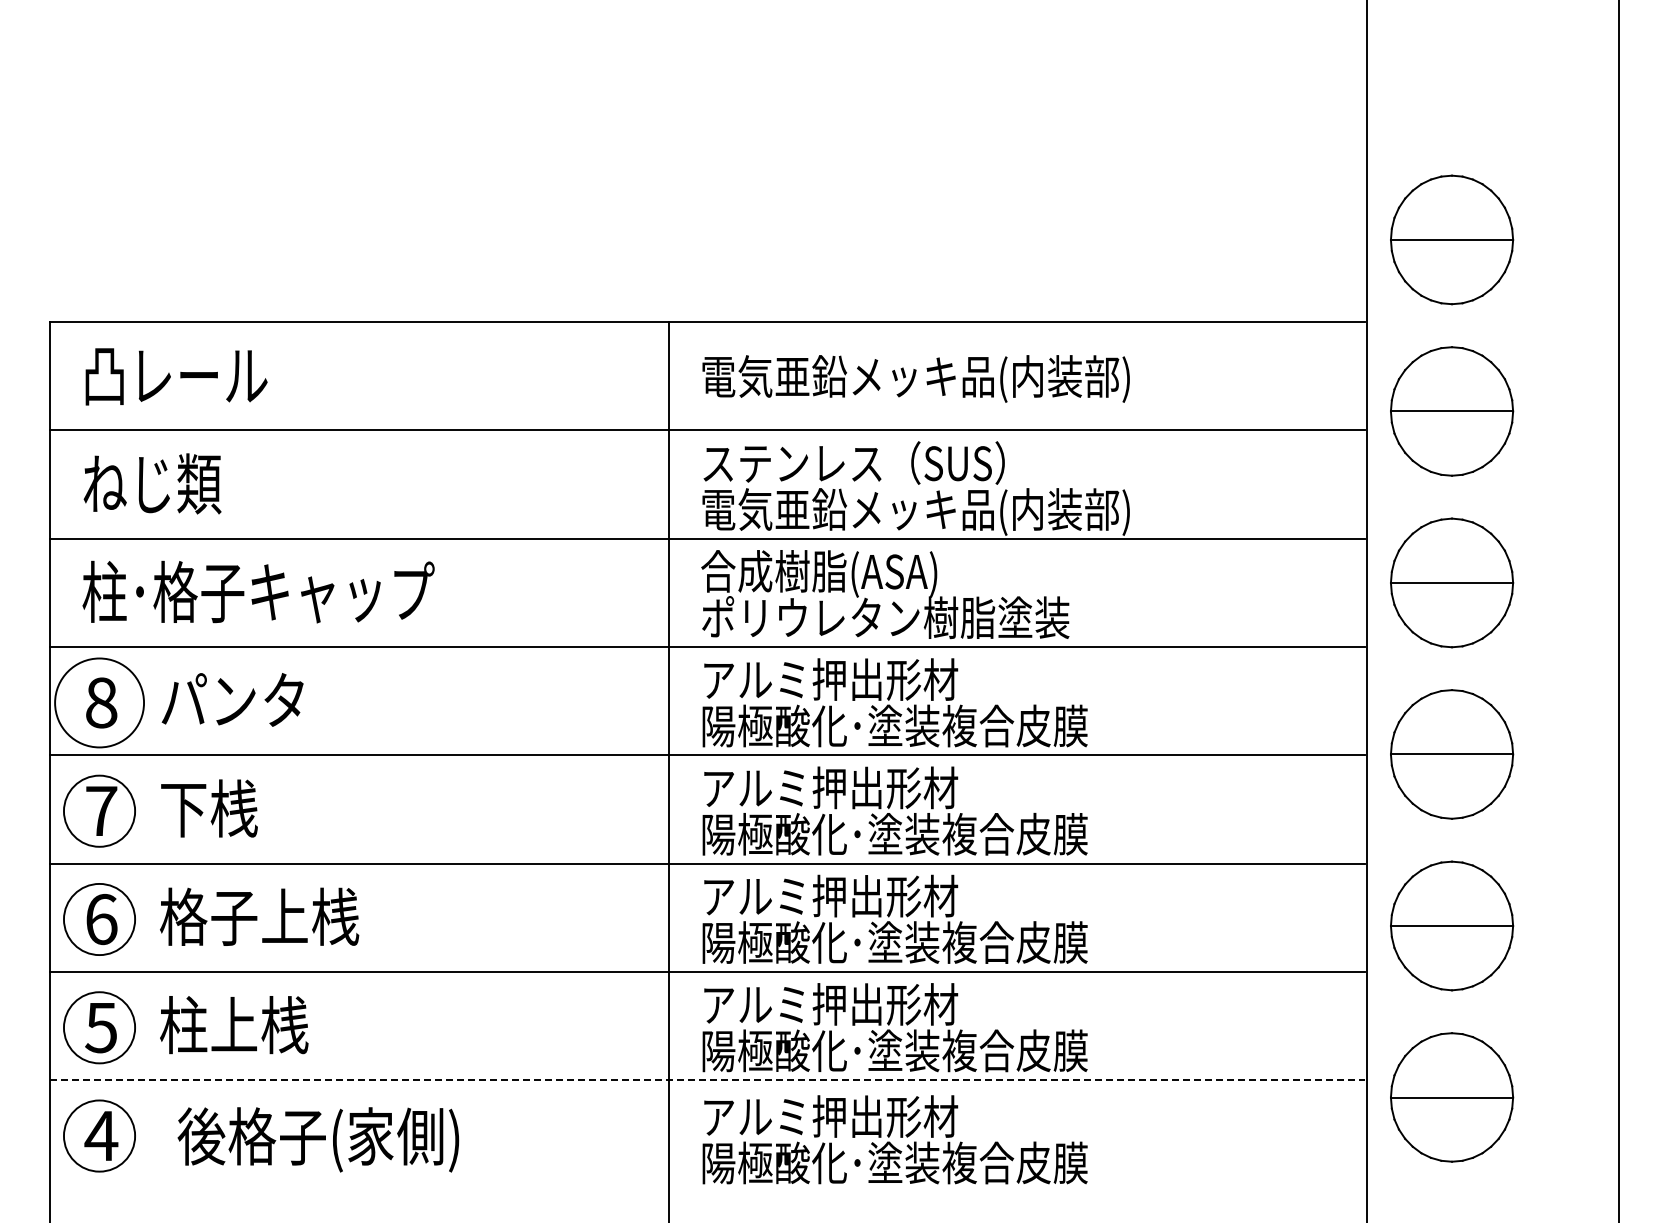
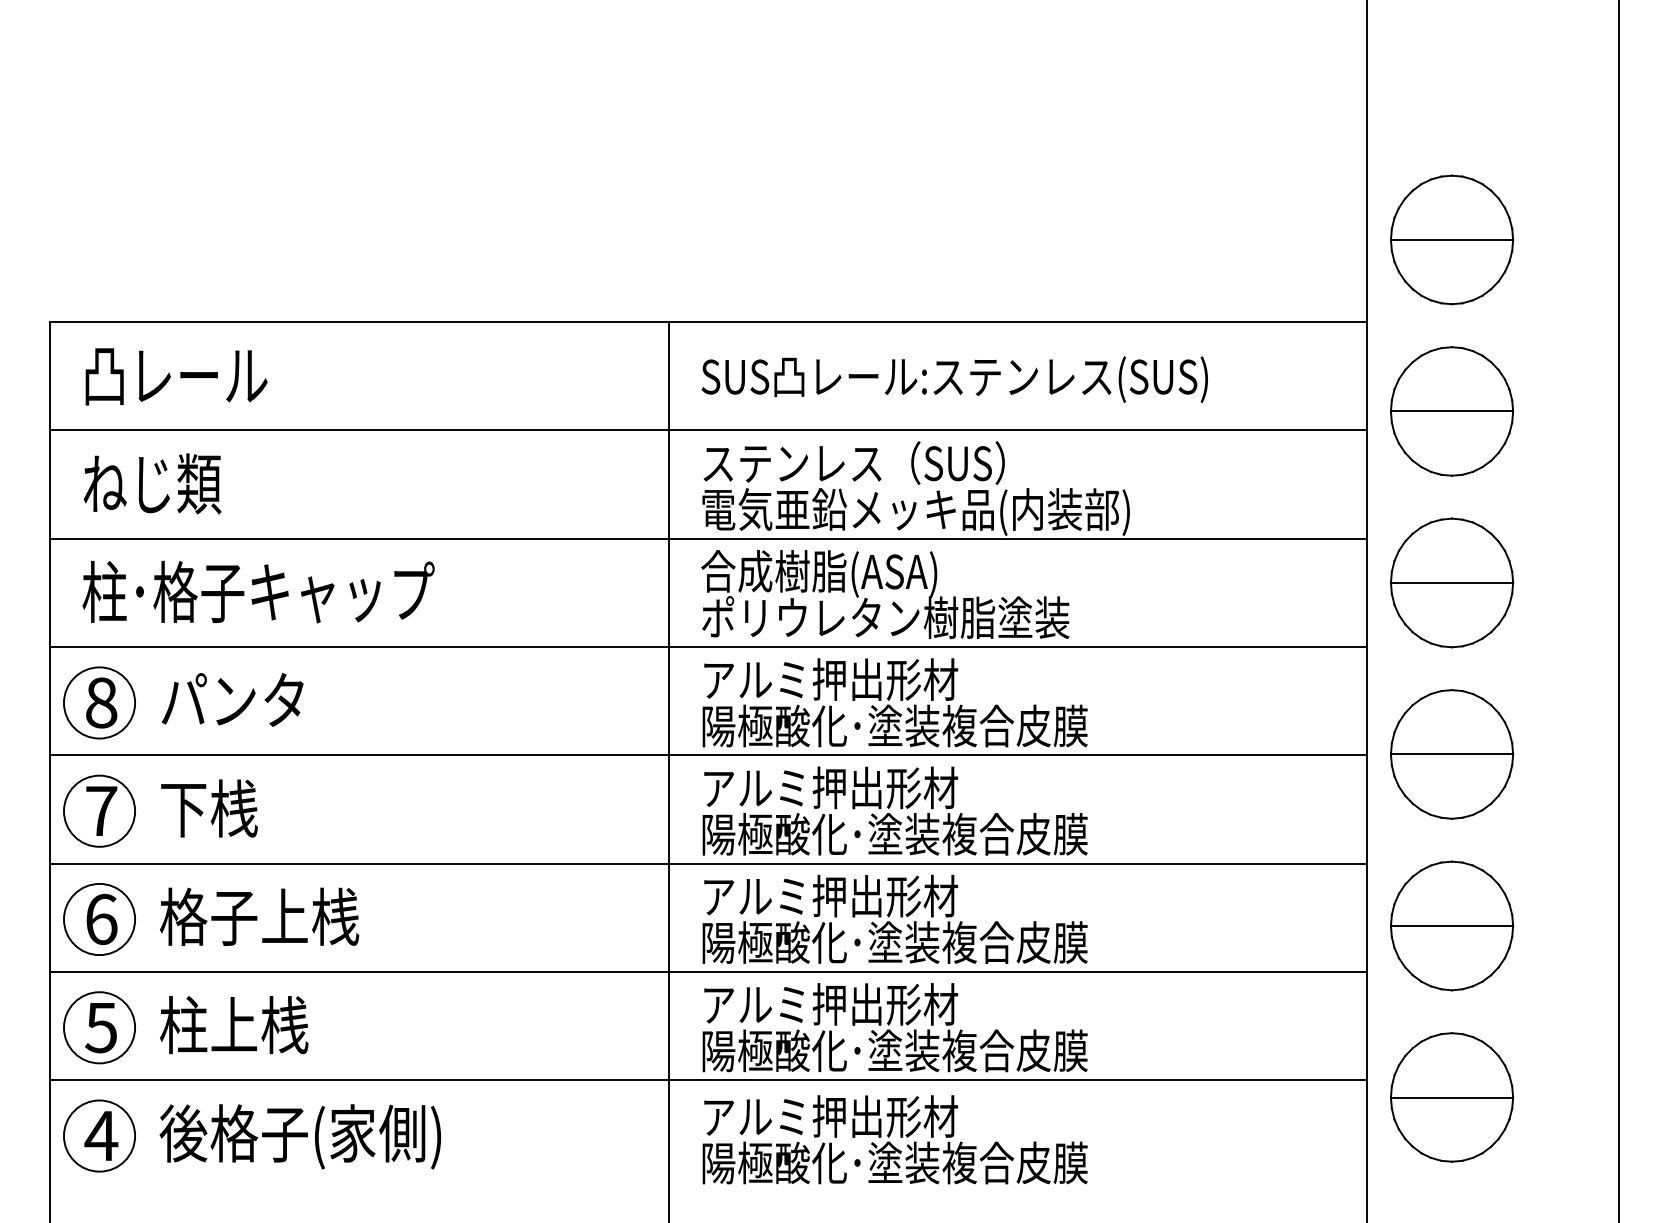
text at (954, 378): 電気亜鉛メッキ品(内装部) -> SUS凸レール:ステンレス(SUS)
circle at (99, 702) diameter: 89 px -> 71 px
line at (707, 1080): dashed -> solid
text at (318, 1139) position: (318, 1139) -> (300, 1136)
